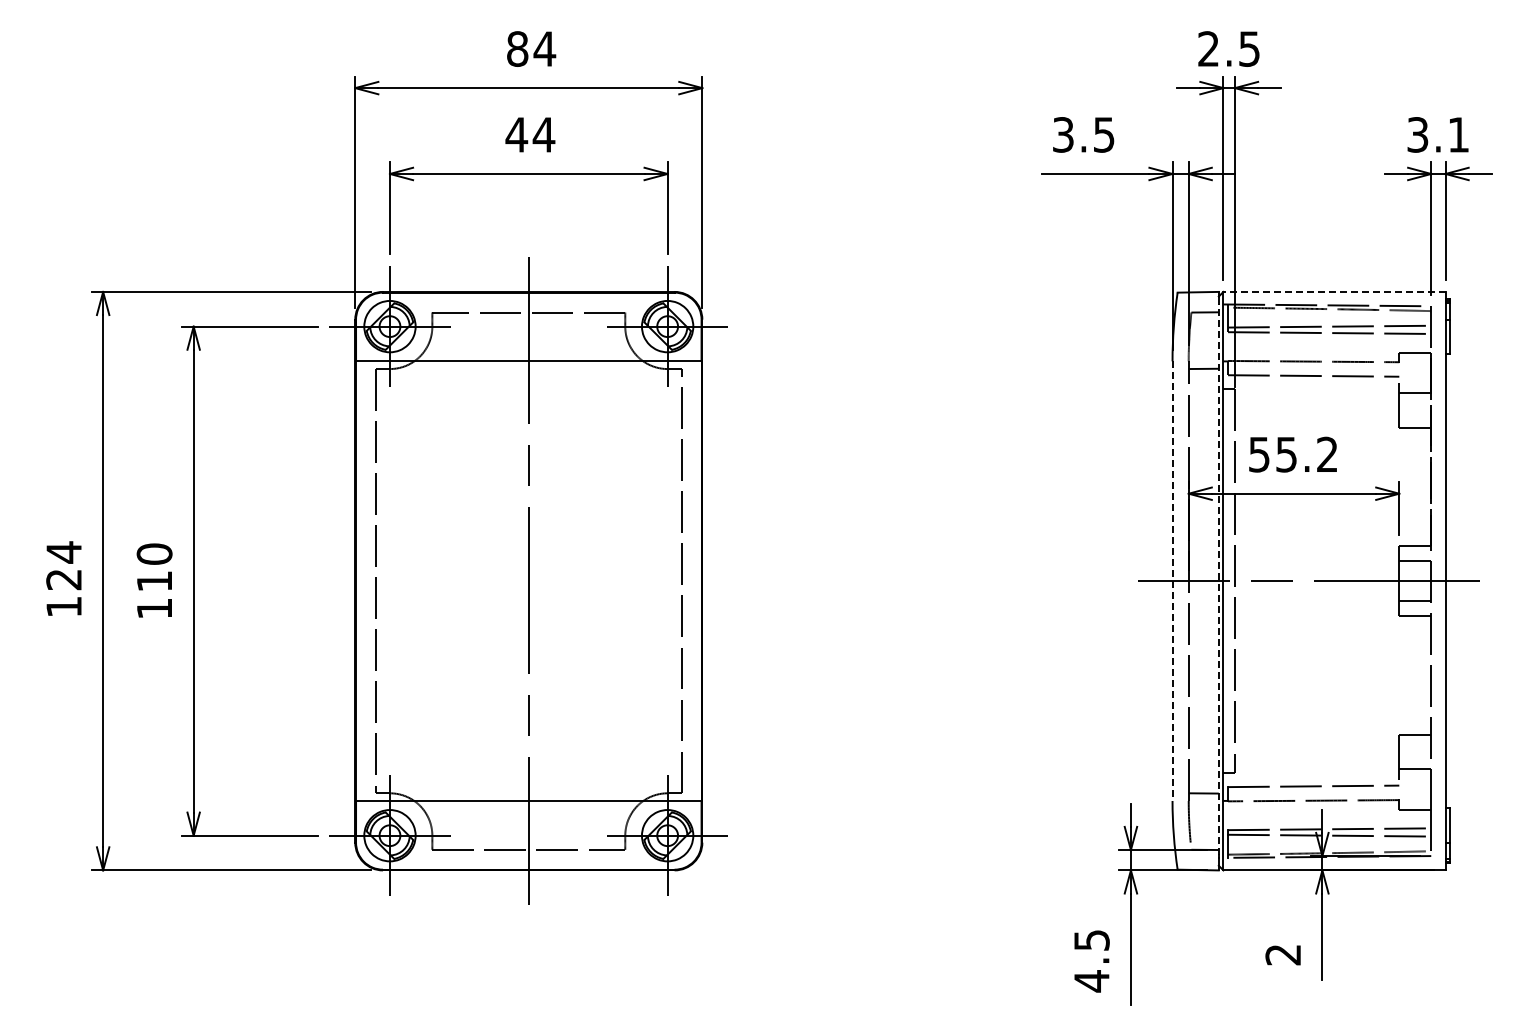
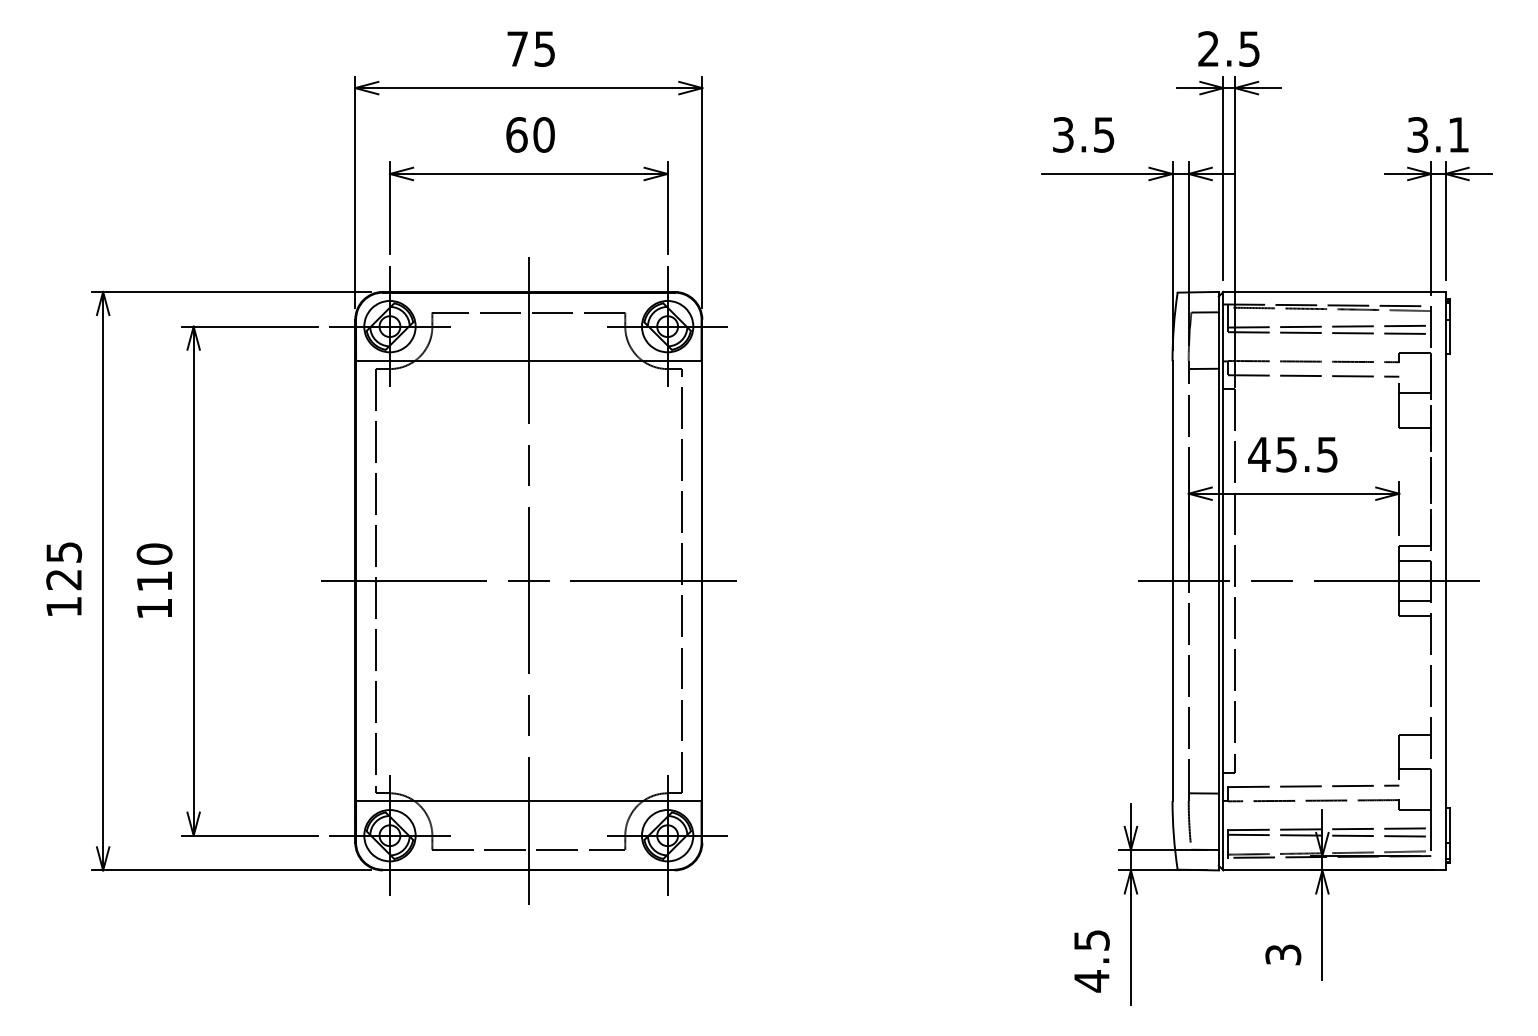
text at (531, 48): 84 -> 75
text at (530, 134): 44 -> 60
line at (1334, 291): dashed -> solid
text at (1292, 454): 55.2 -> 45.5
text at (64, 552): 124 -> 125
line at (1218, 579): dashed -> solid
line at (528, 581): none -> present
line at (1172, 581): dashed -> solid
text at (1283, 954): 2 -> 3
